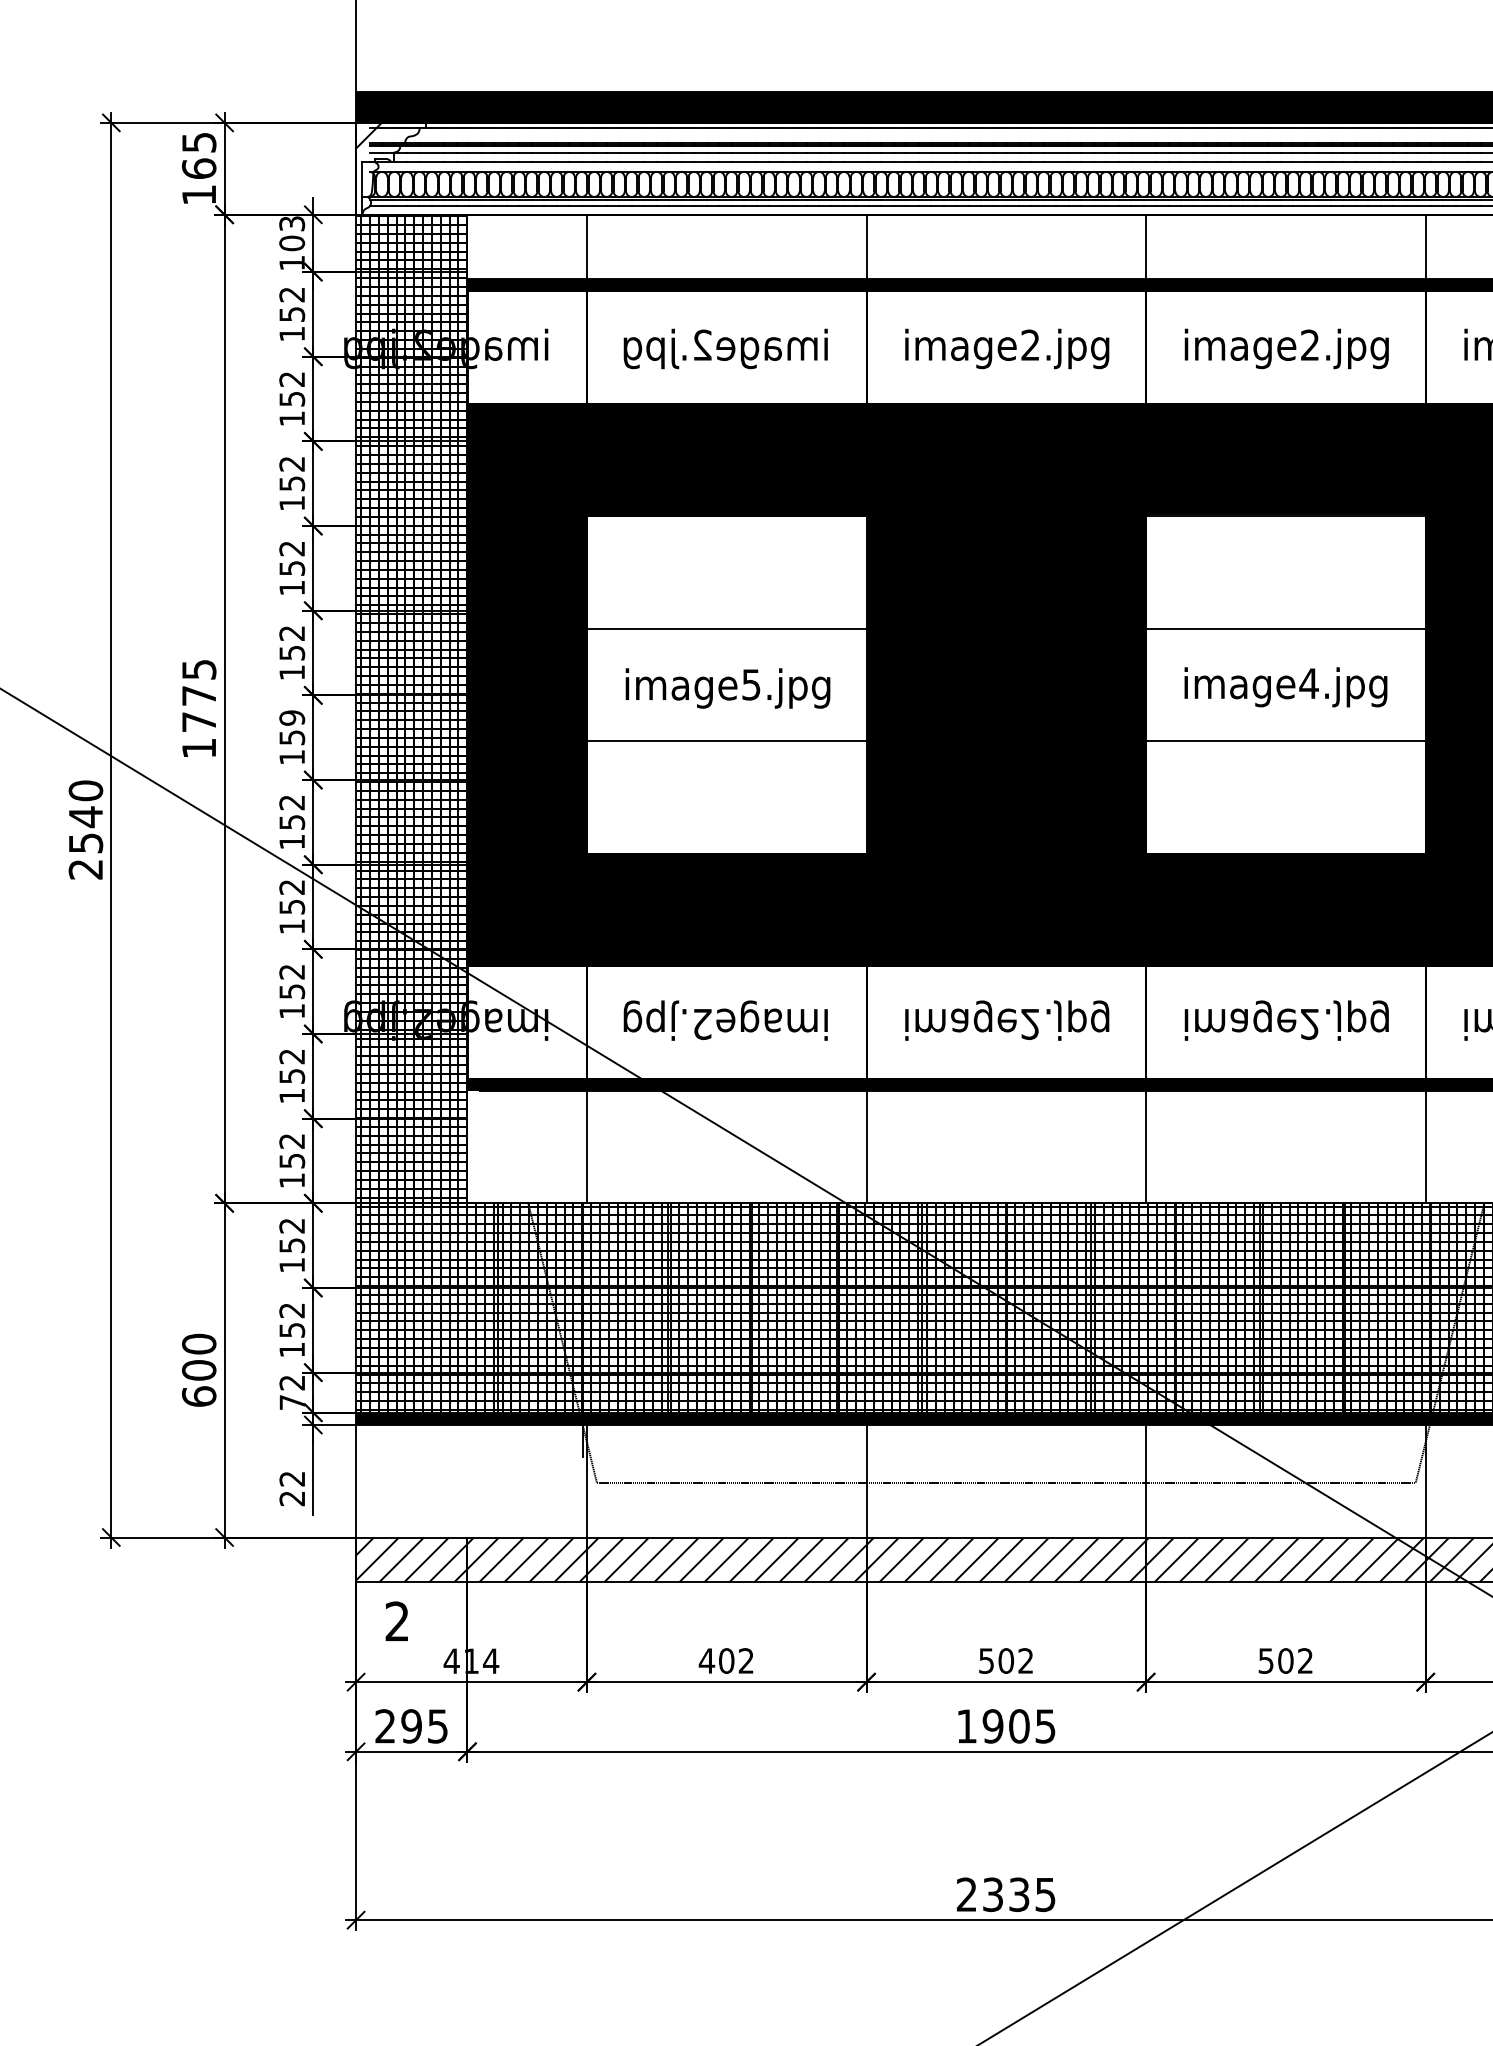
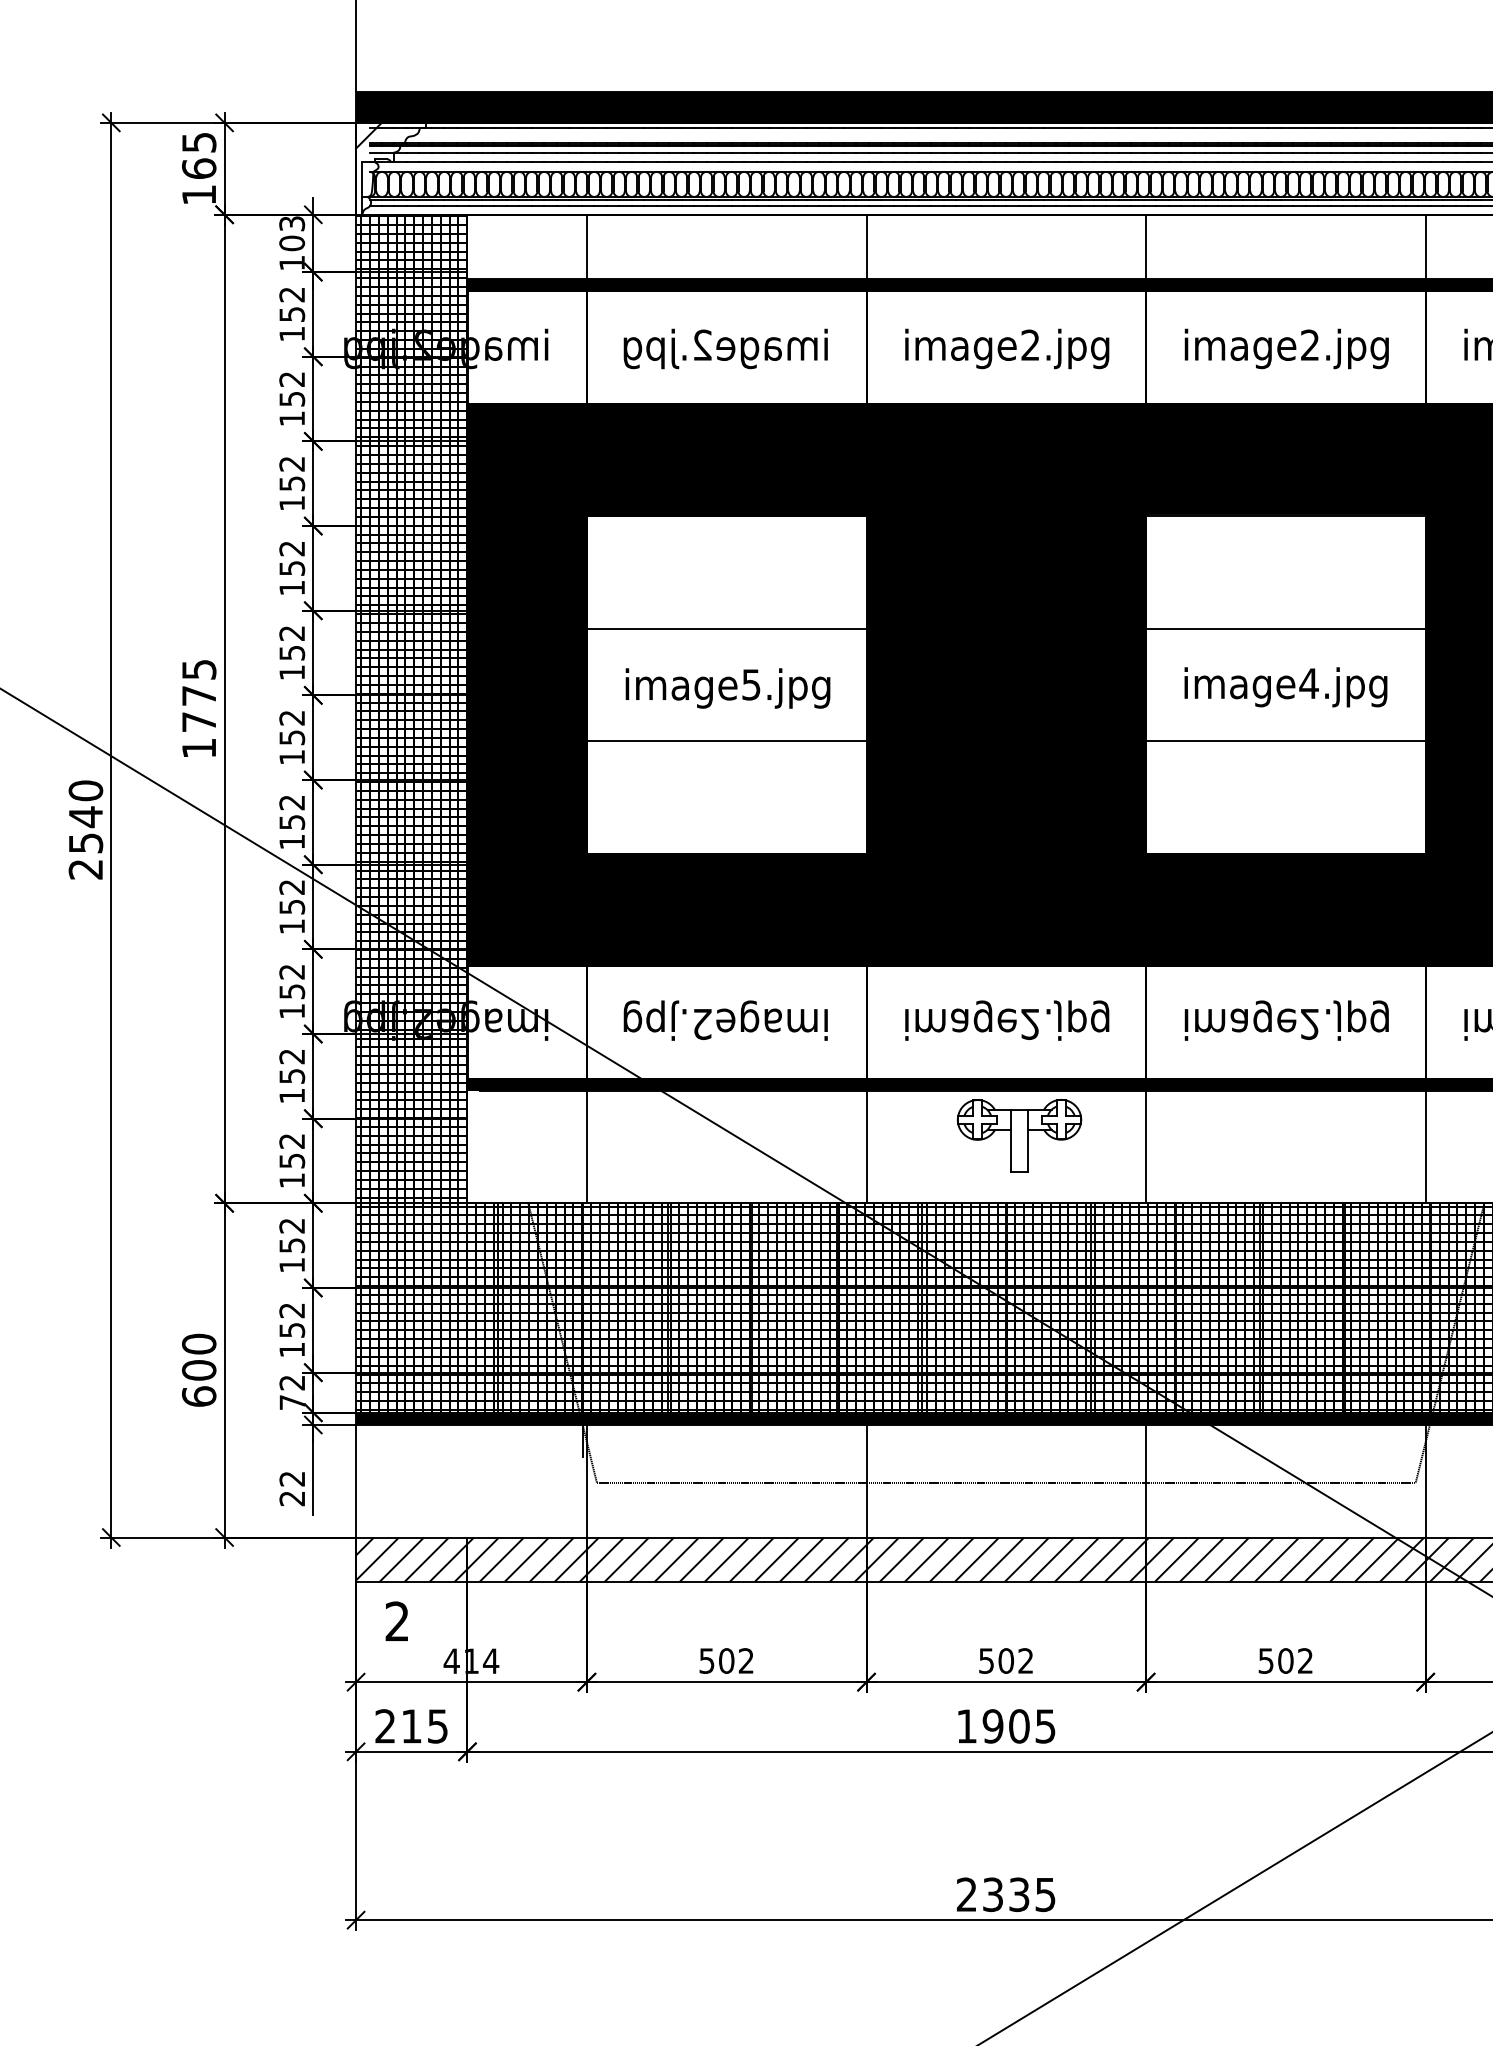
text at (292, 717): 159 -> 152
part at (1019, 1135): none -> present
text at (706, 1660): 402 -> 502
text at (411, 1726): 295 -> 215
